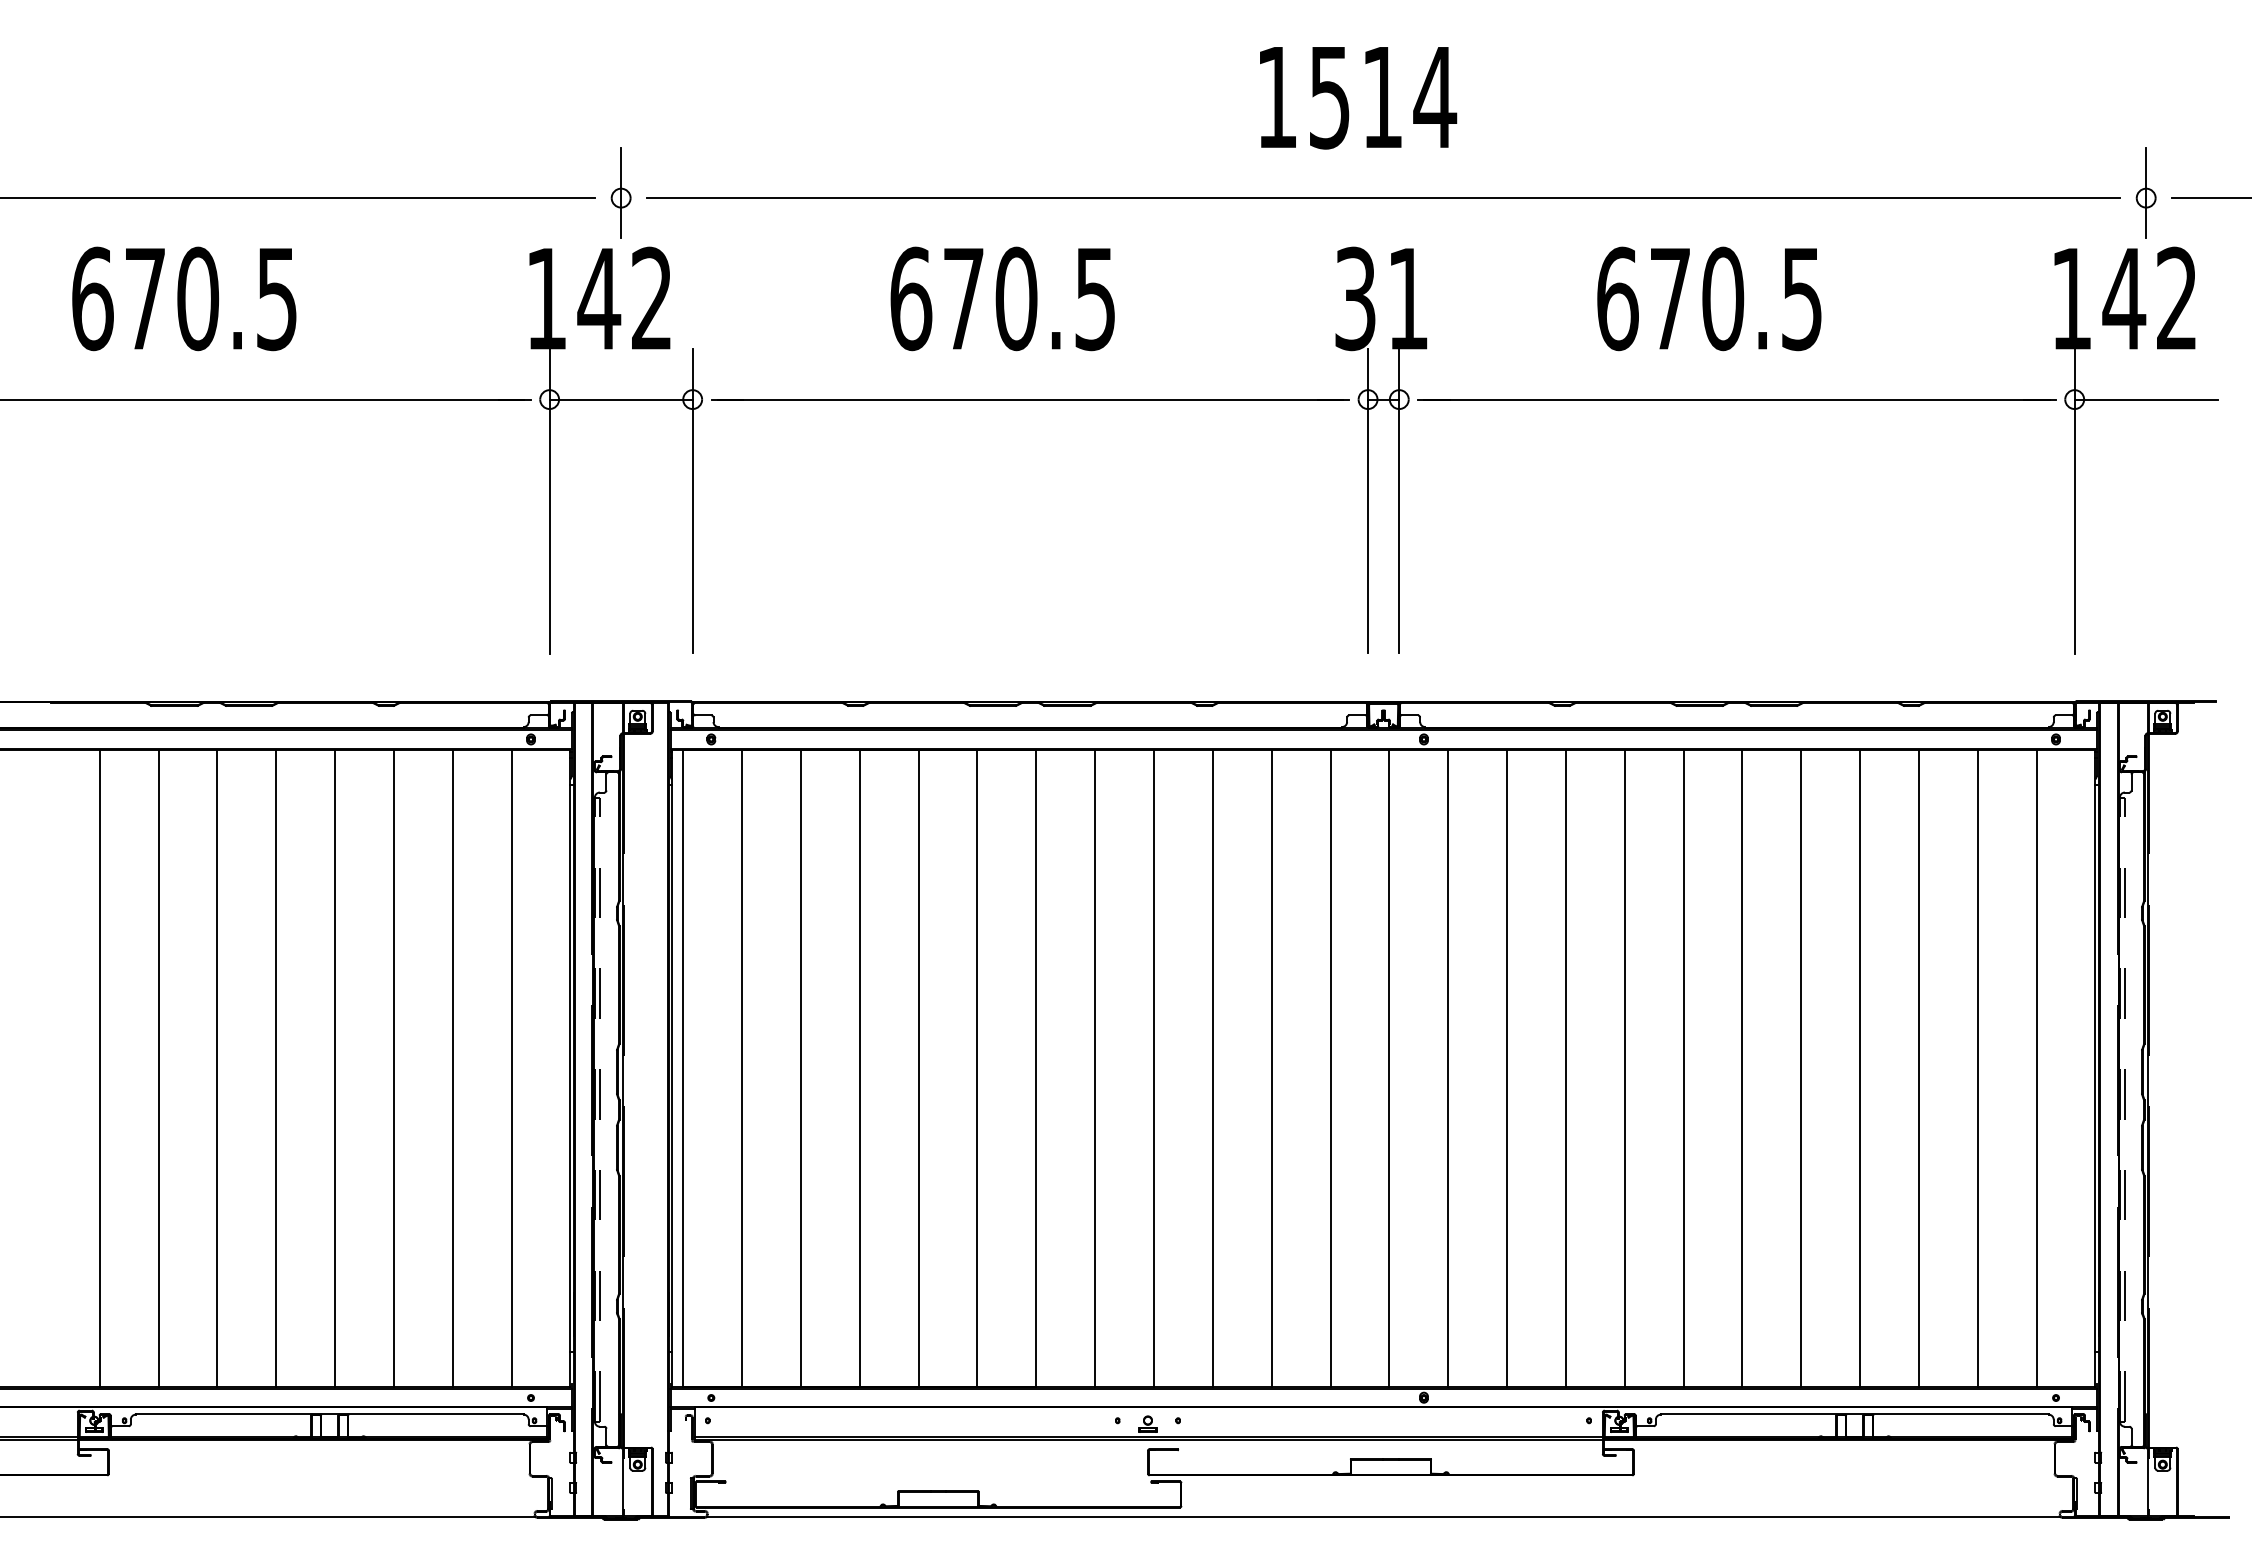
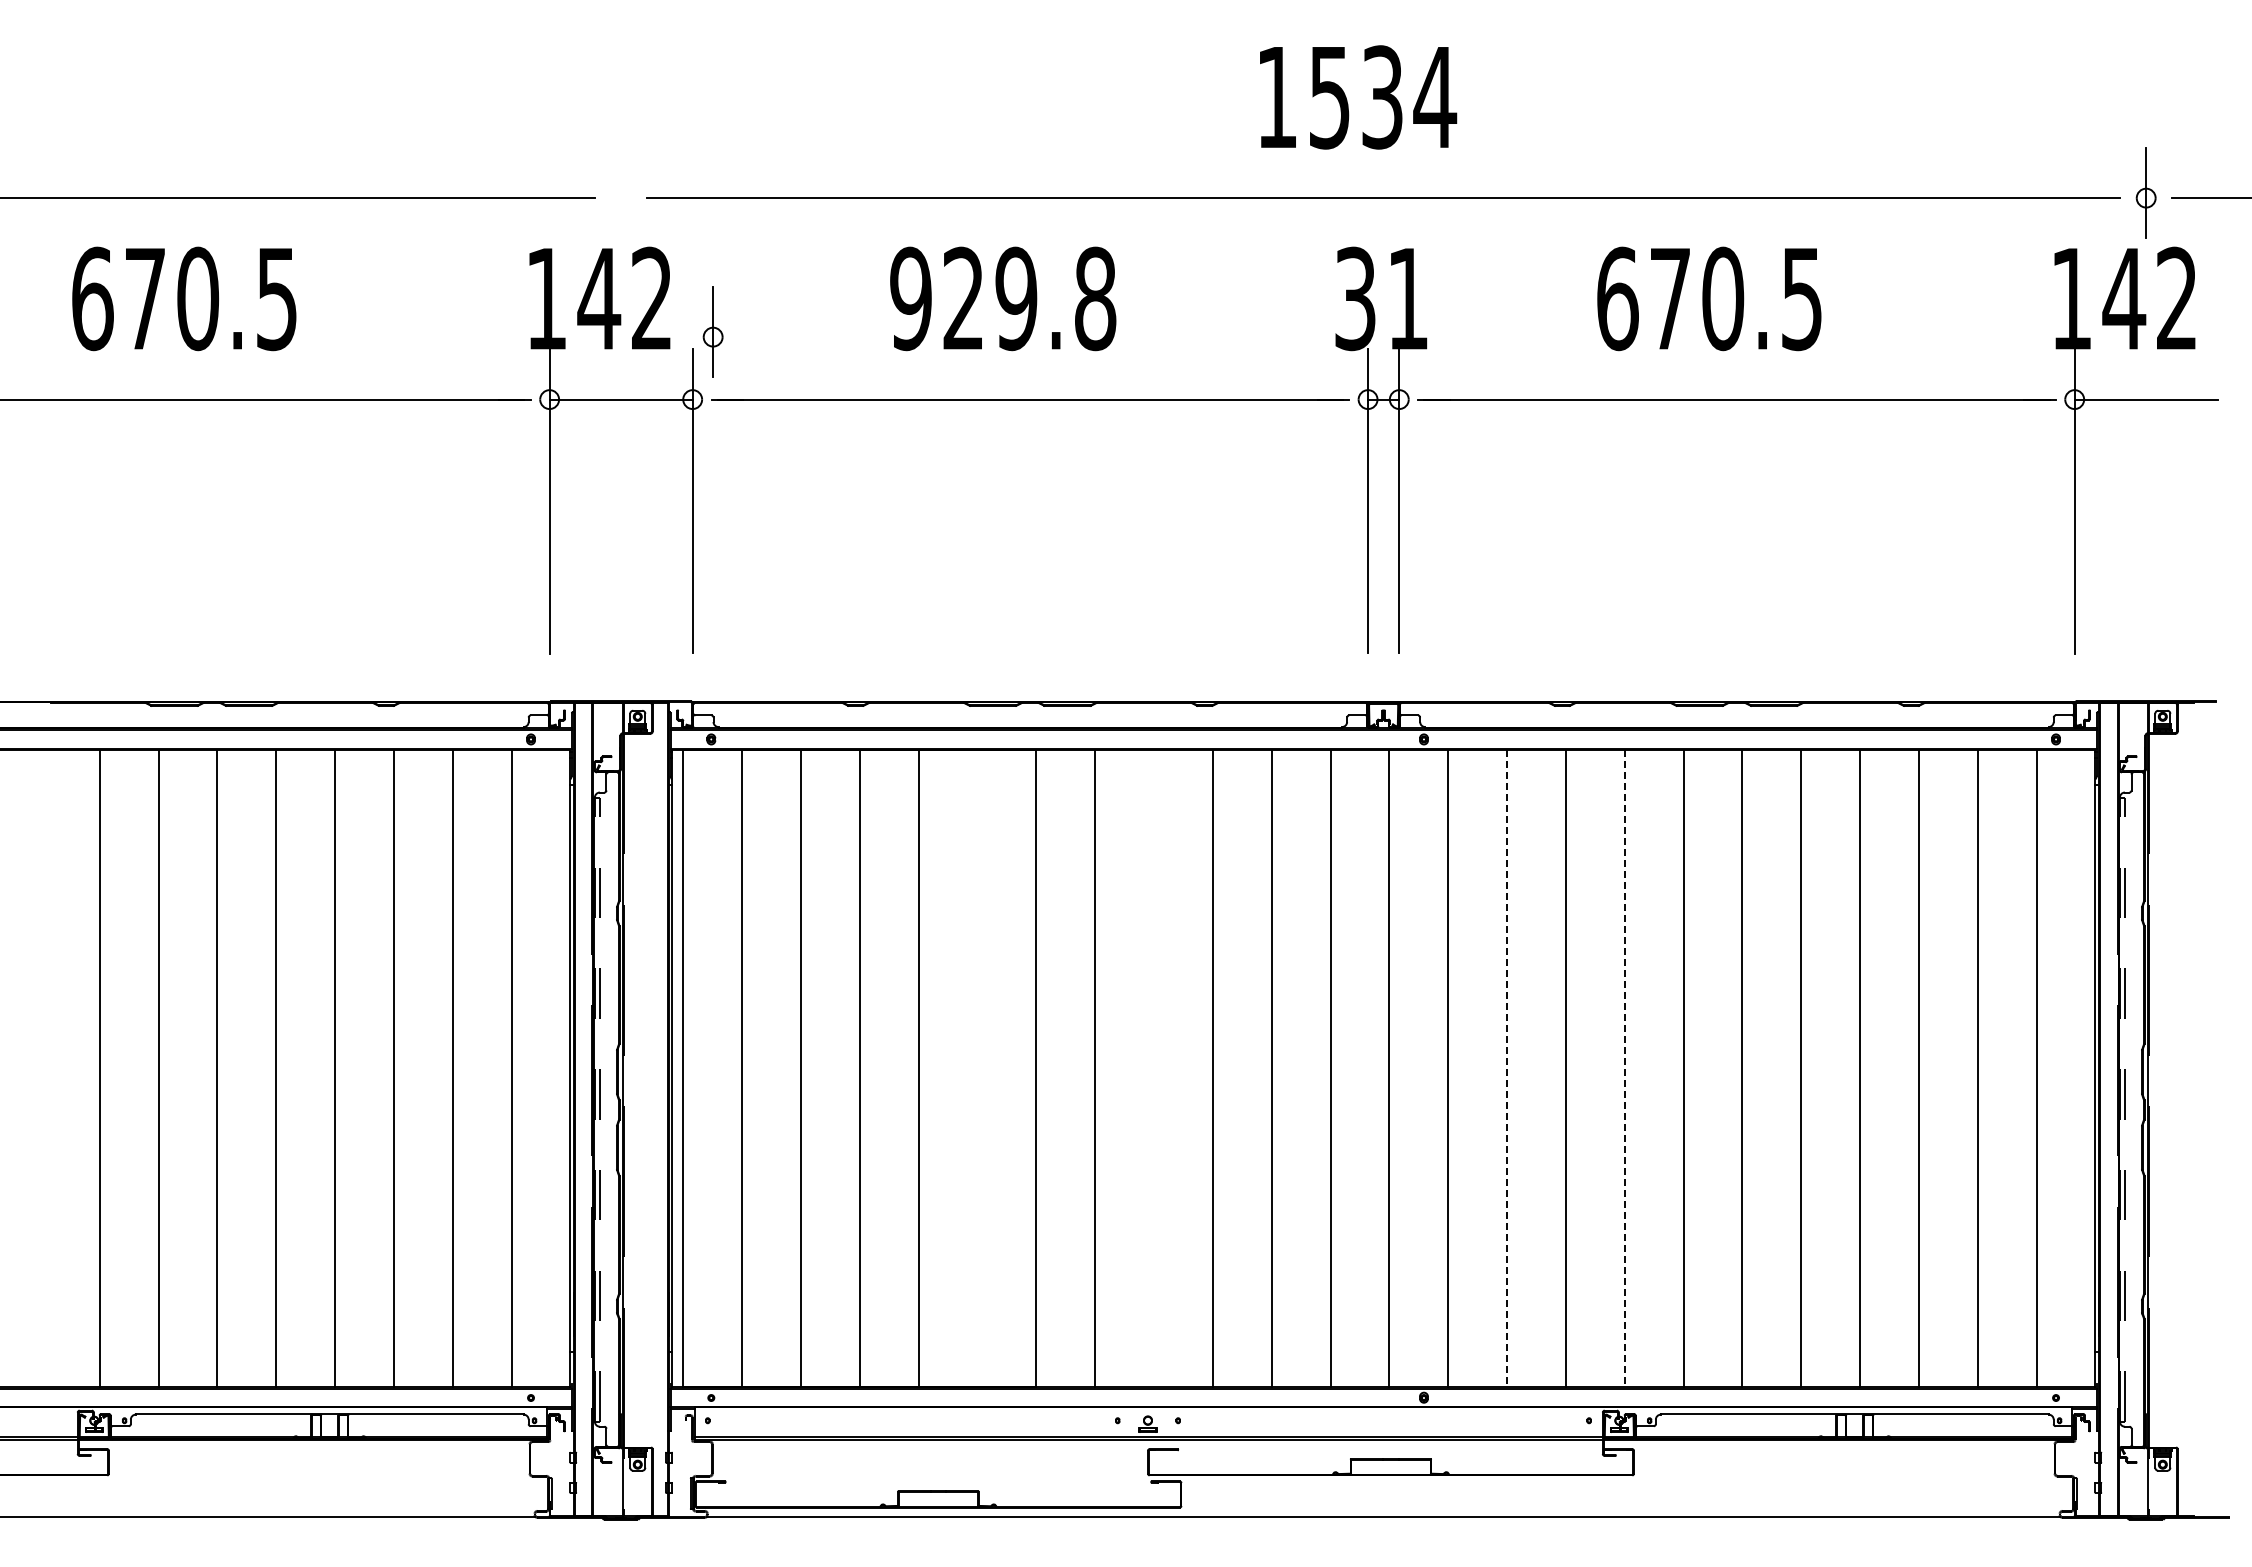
text at (1382, 97): 1514 -> 1534
part at (620, 192) position: (620, 192) -> (712, 331)
text at (1003, 298): 670.5 -> 929.8
line at (977, 1068): present -> none
line at (1153, 1068): present -> none
line at (1506, 1068): solid -> dashed
line at (1624, 1068): solid -> dashed
